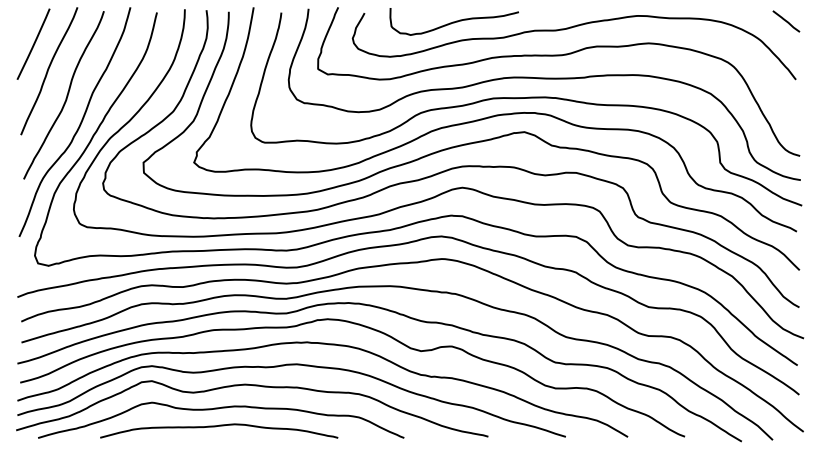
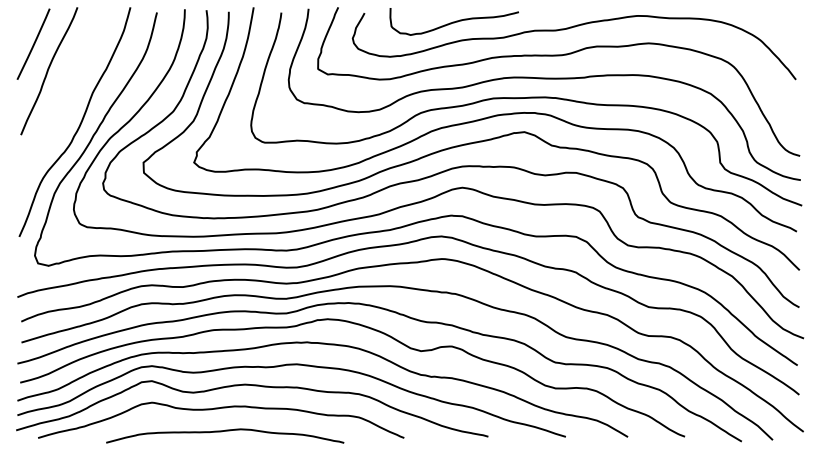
line at (786, 21): present -> none
curve at (66, 95): present -> none
curve at (219, 426) position: (219, 426) -> (225, 431)
